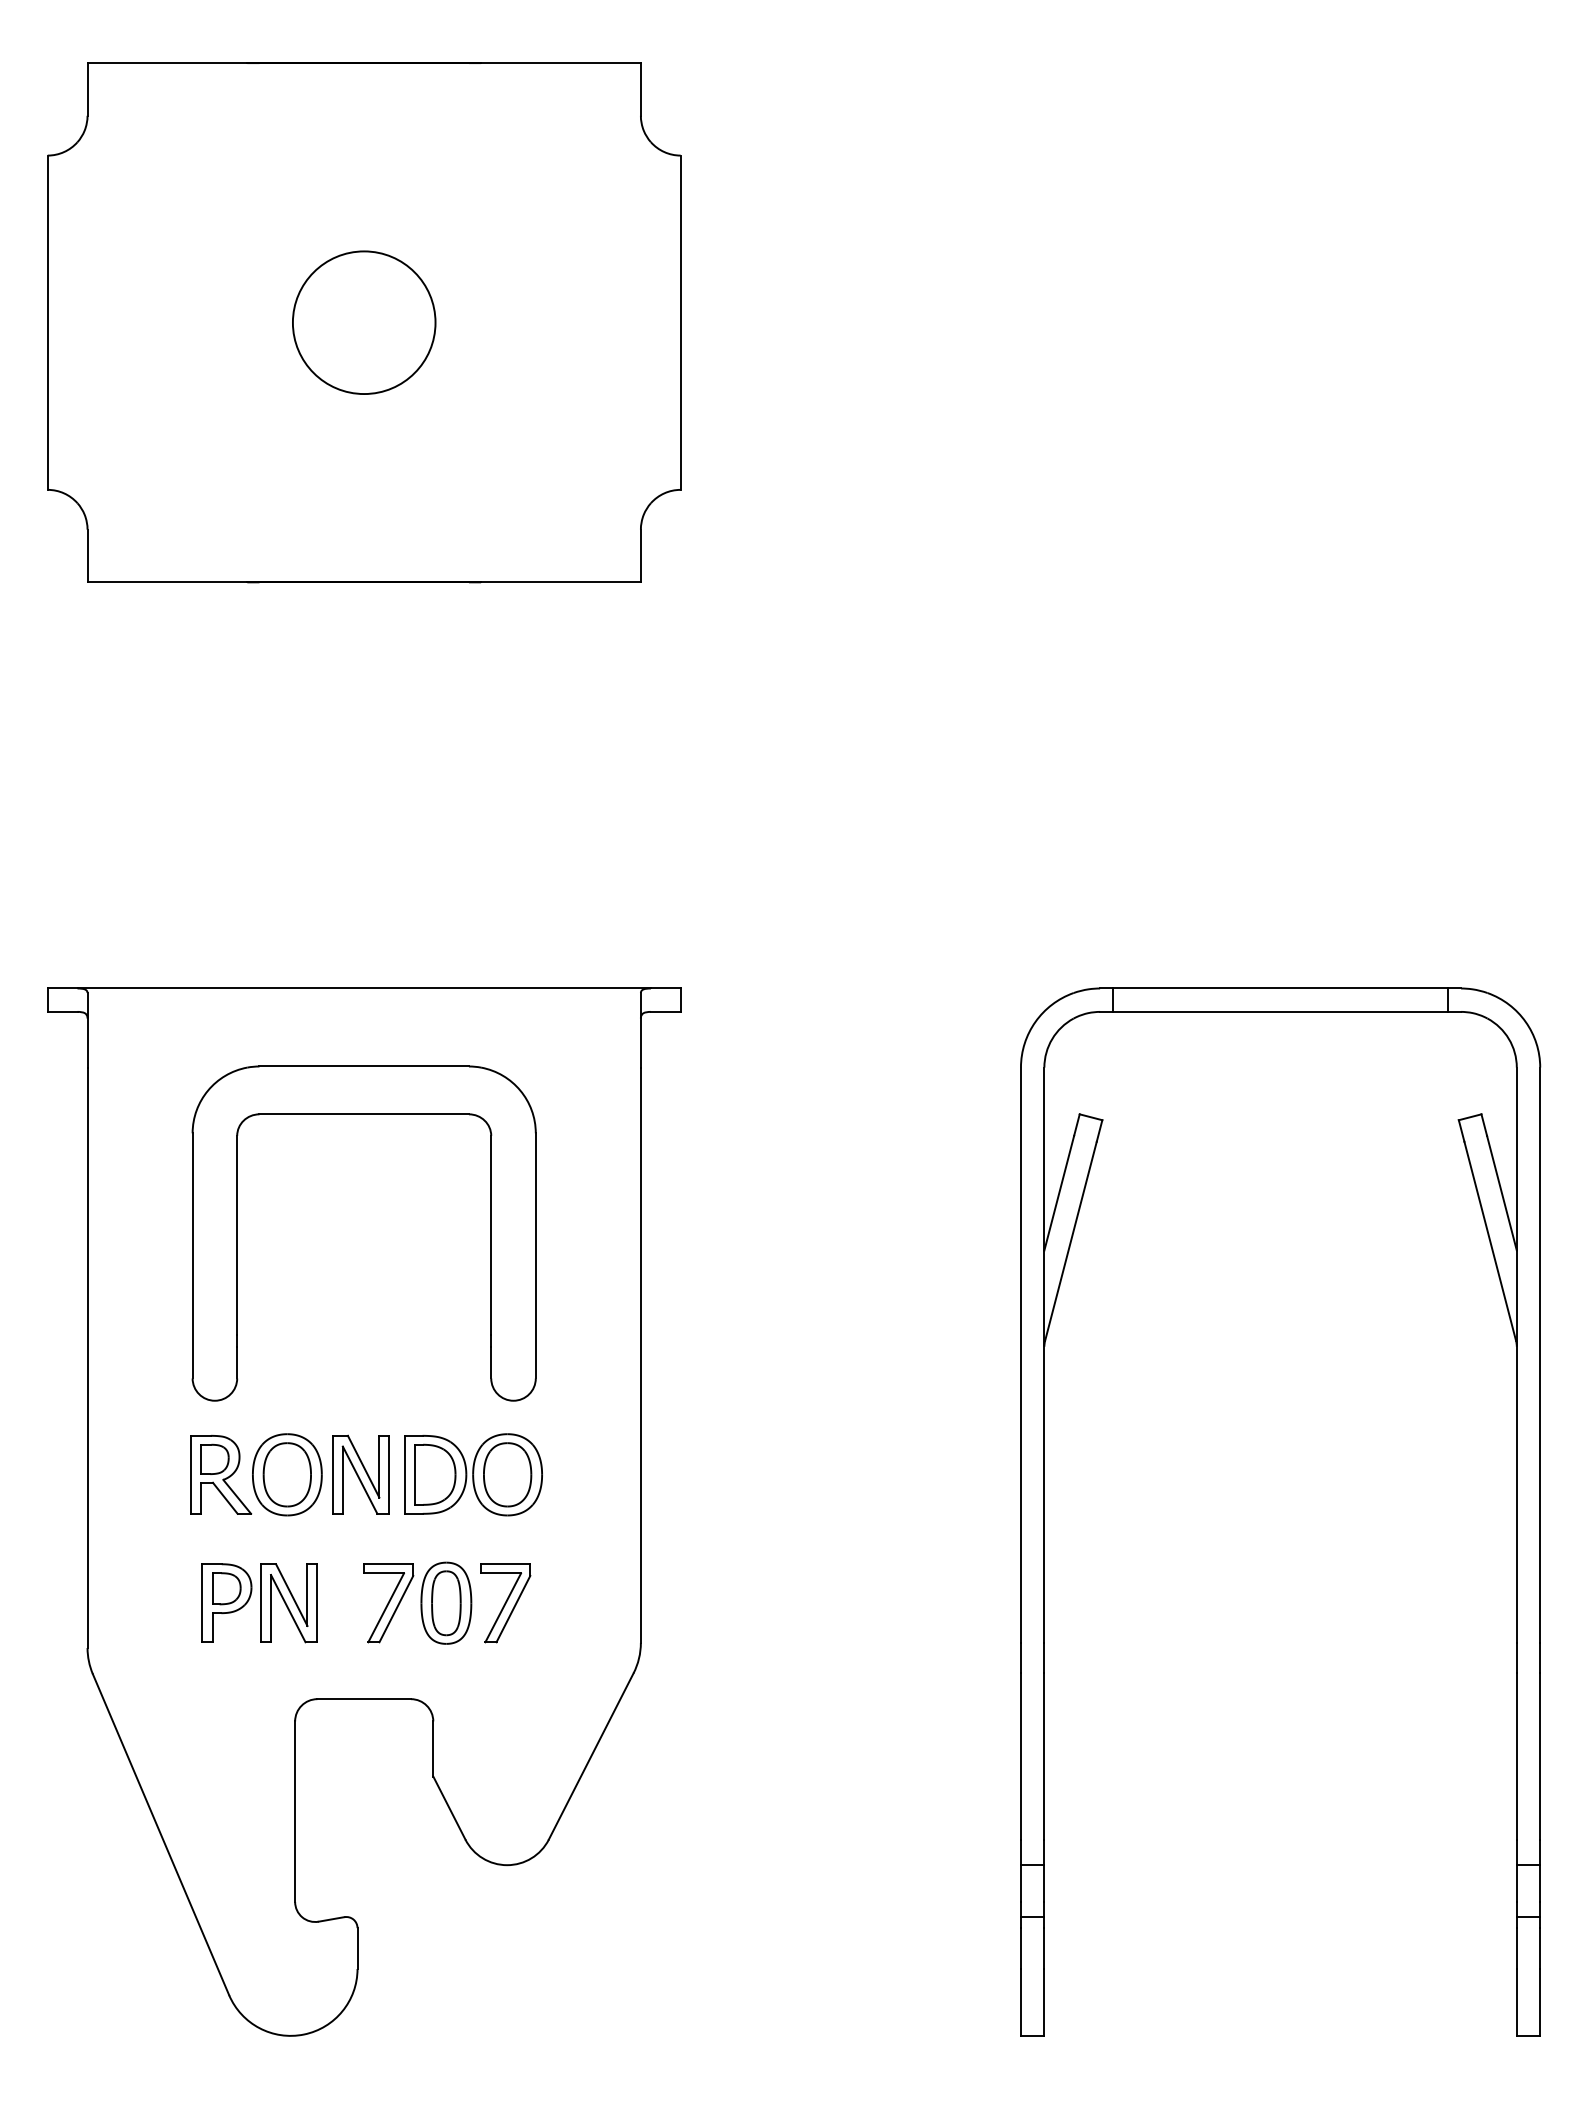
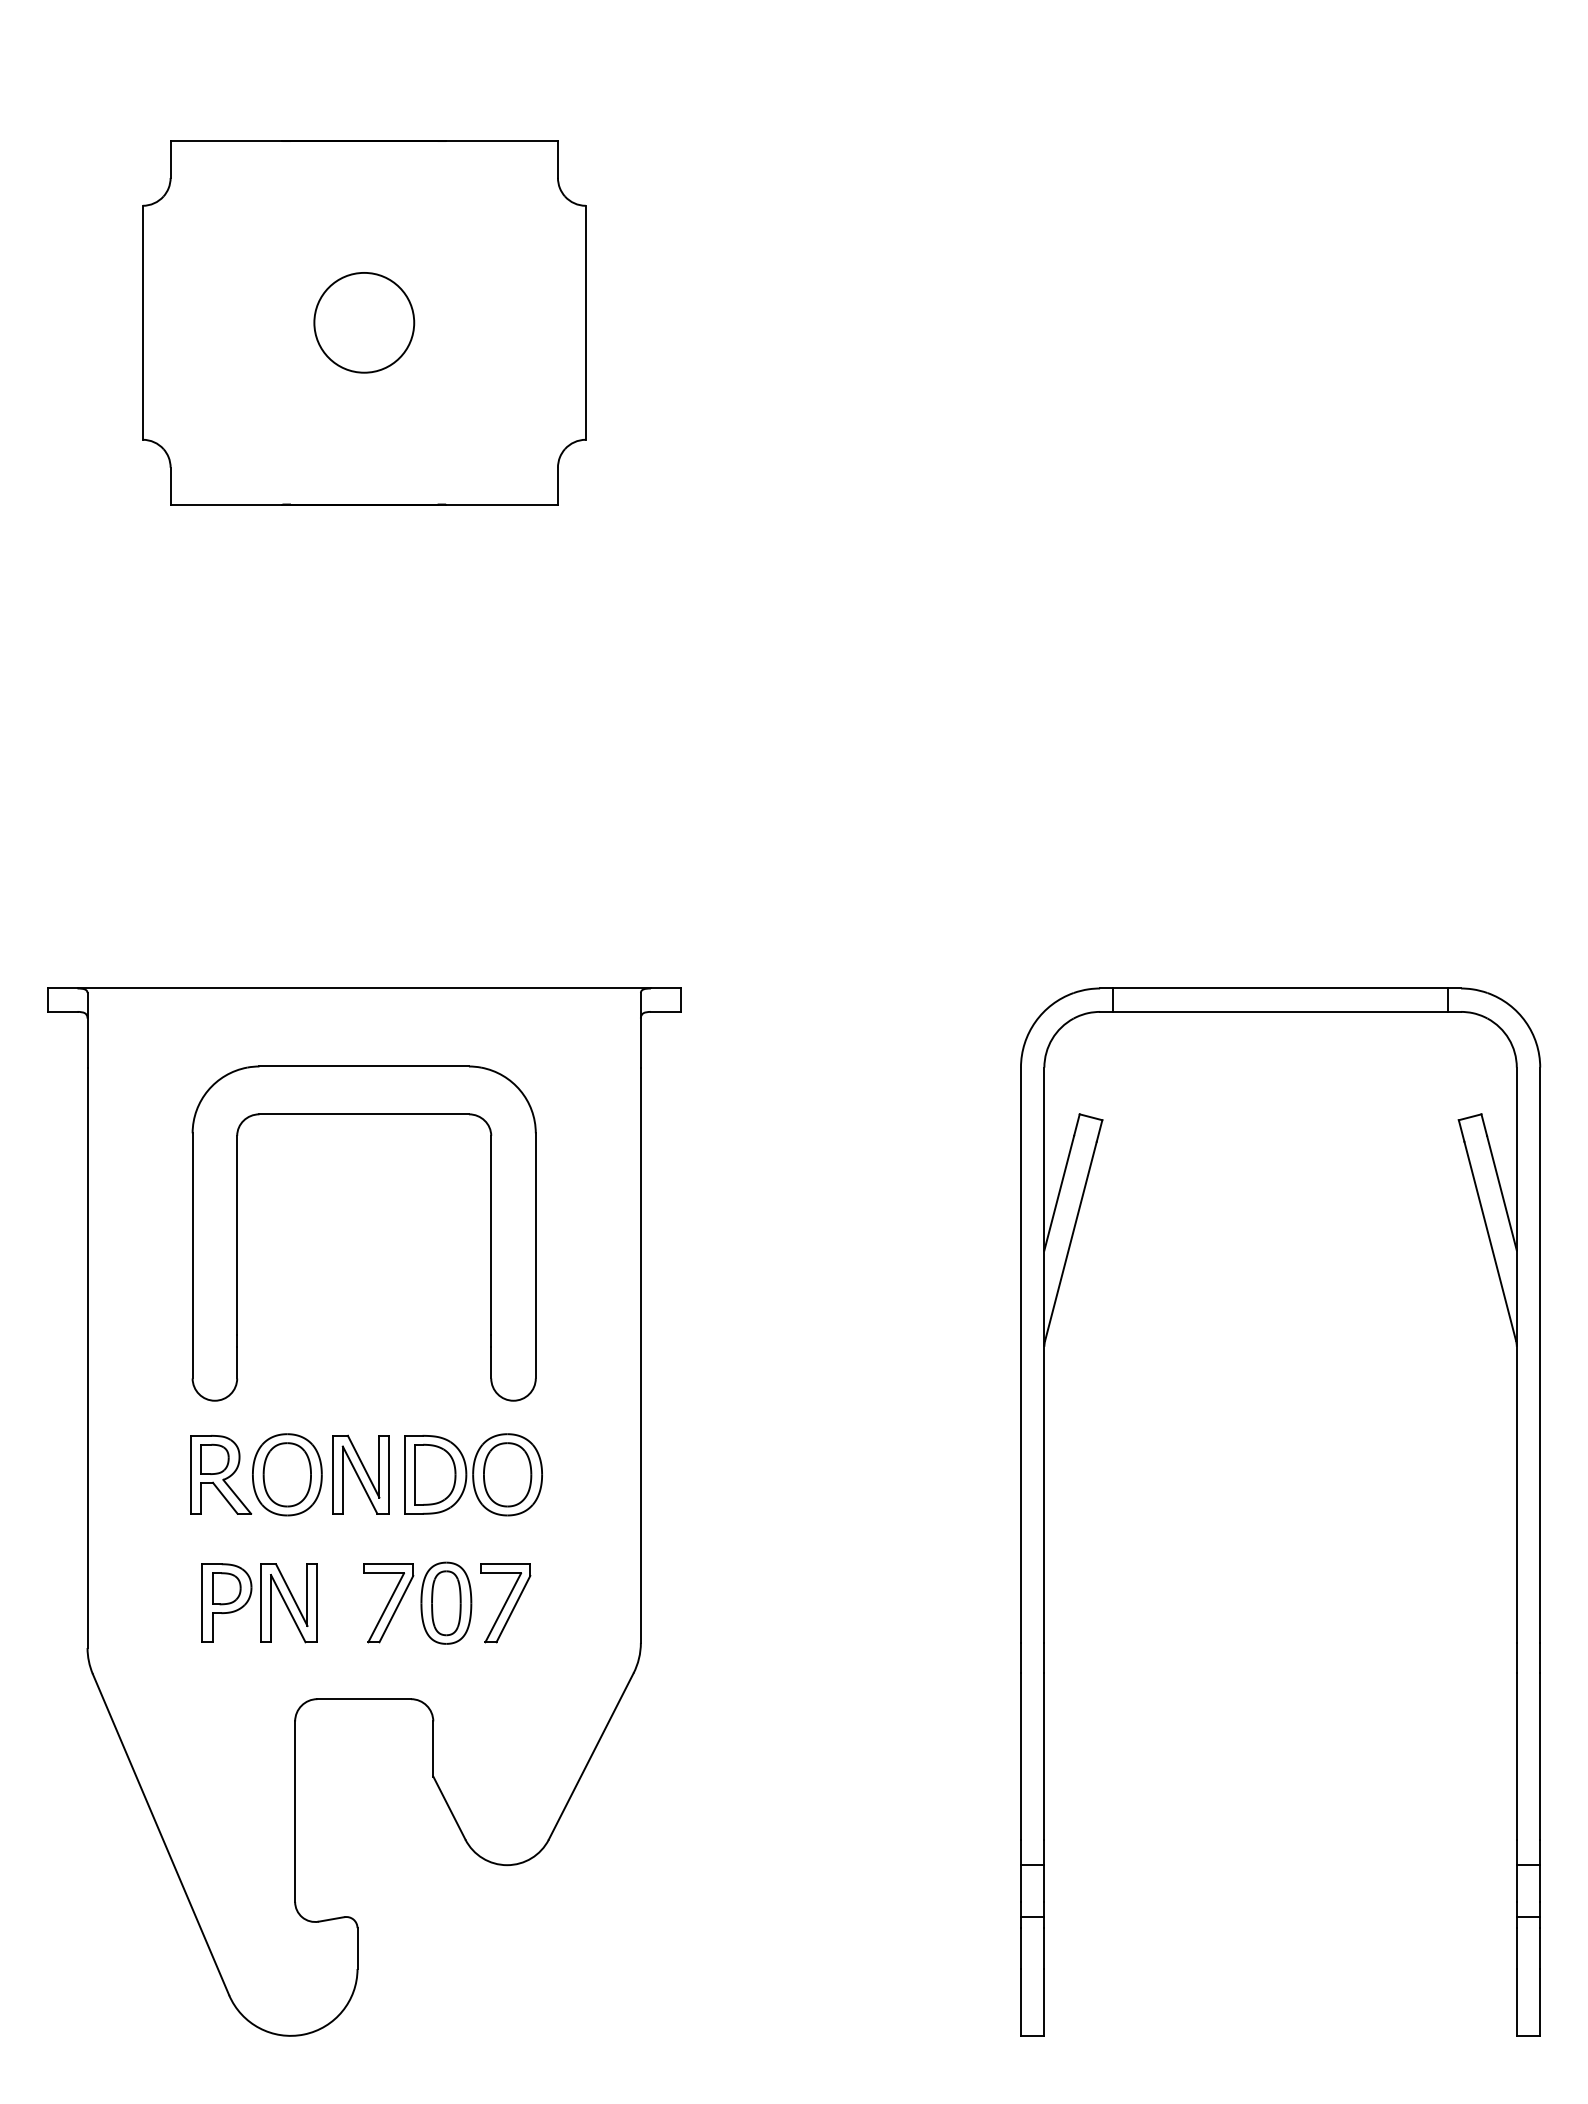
part at (364, 322) size: 635x522 px -> 445x366 px
